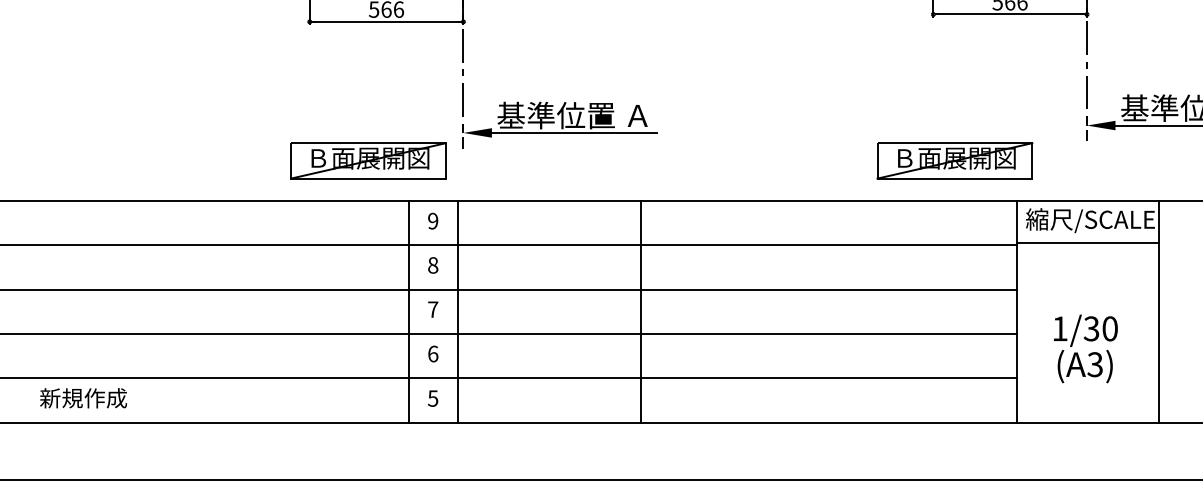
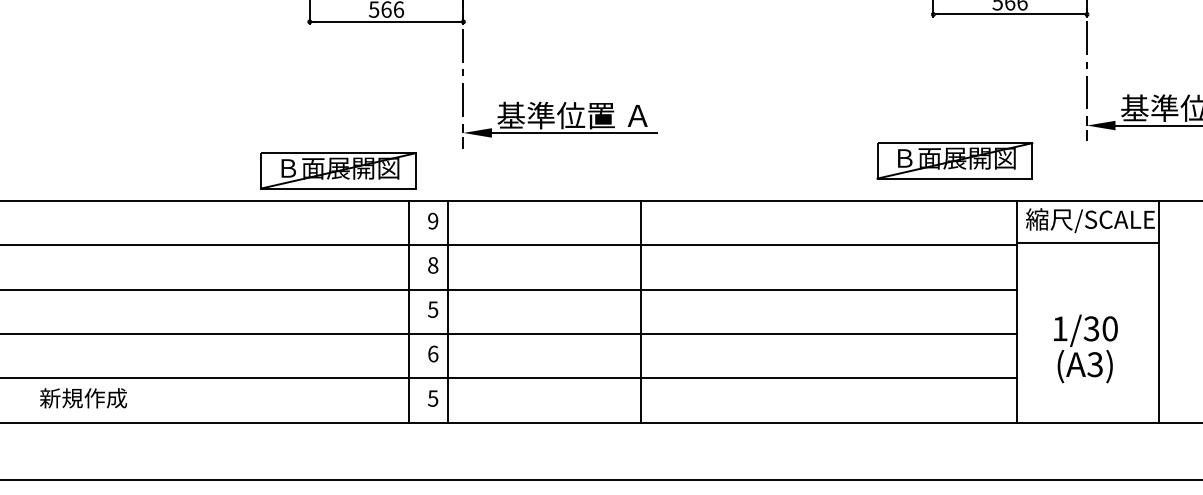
part at (368, 160) position: (368, 160) -> (338, 170)
text at (433, 309): 7 -> 5
line at (457, 311) position: (457, 311) -> (447, 311)
